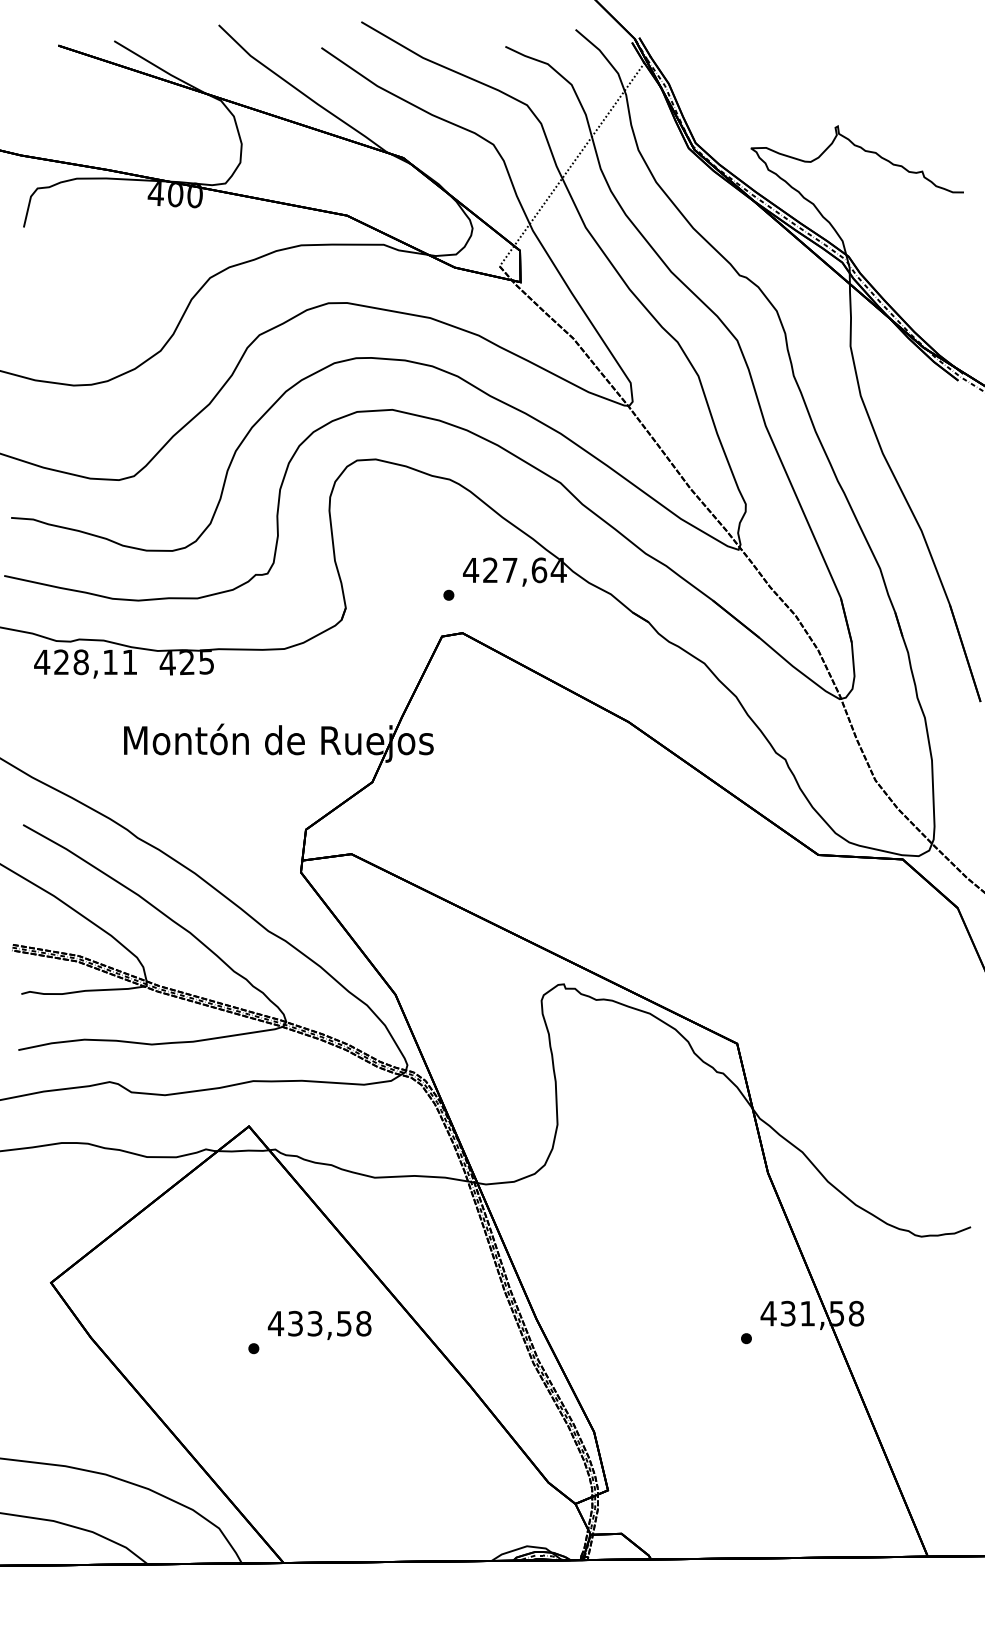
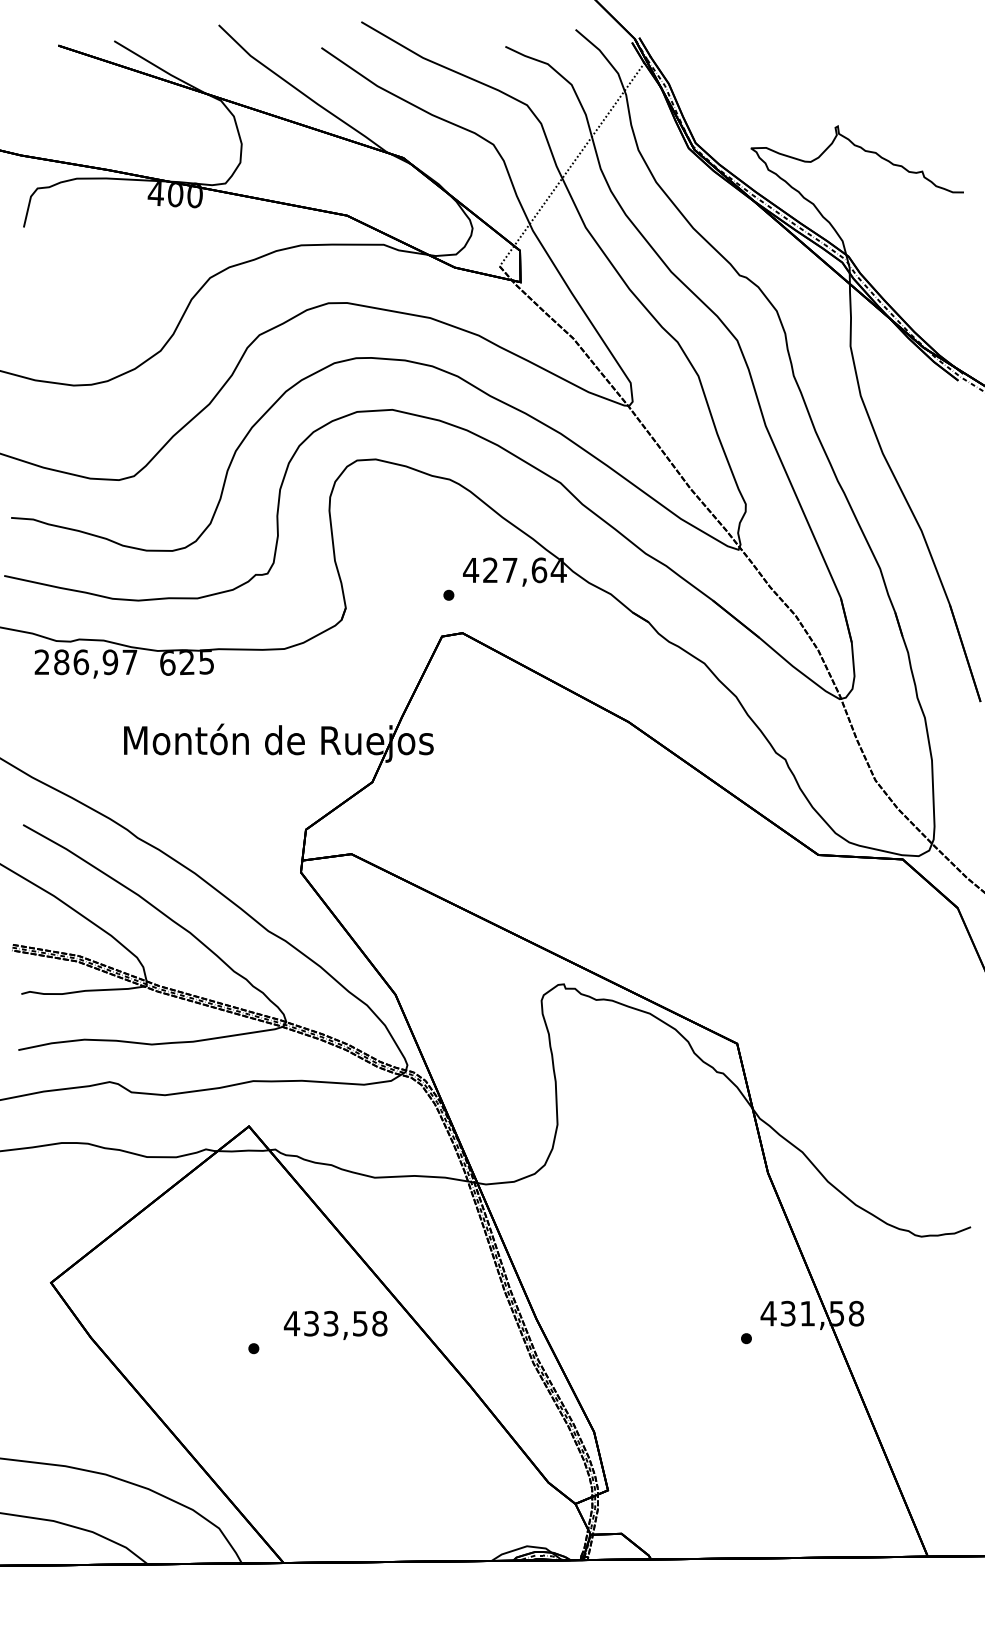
text at (85, 662): 428,11 -> 286,97
text at (167, 663): 425 -> 625
text at (319, 1324) position: (319, 1324) -> (335, 1324)
